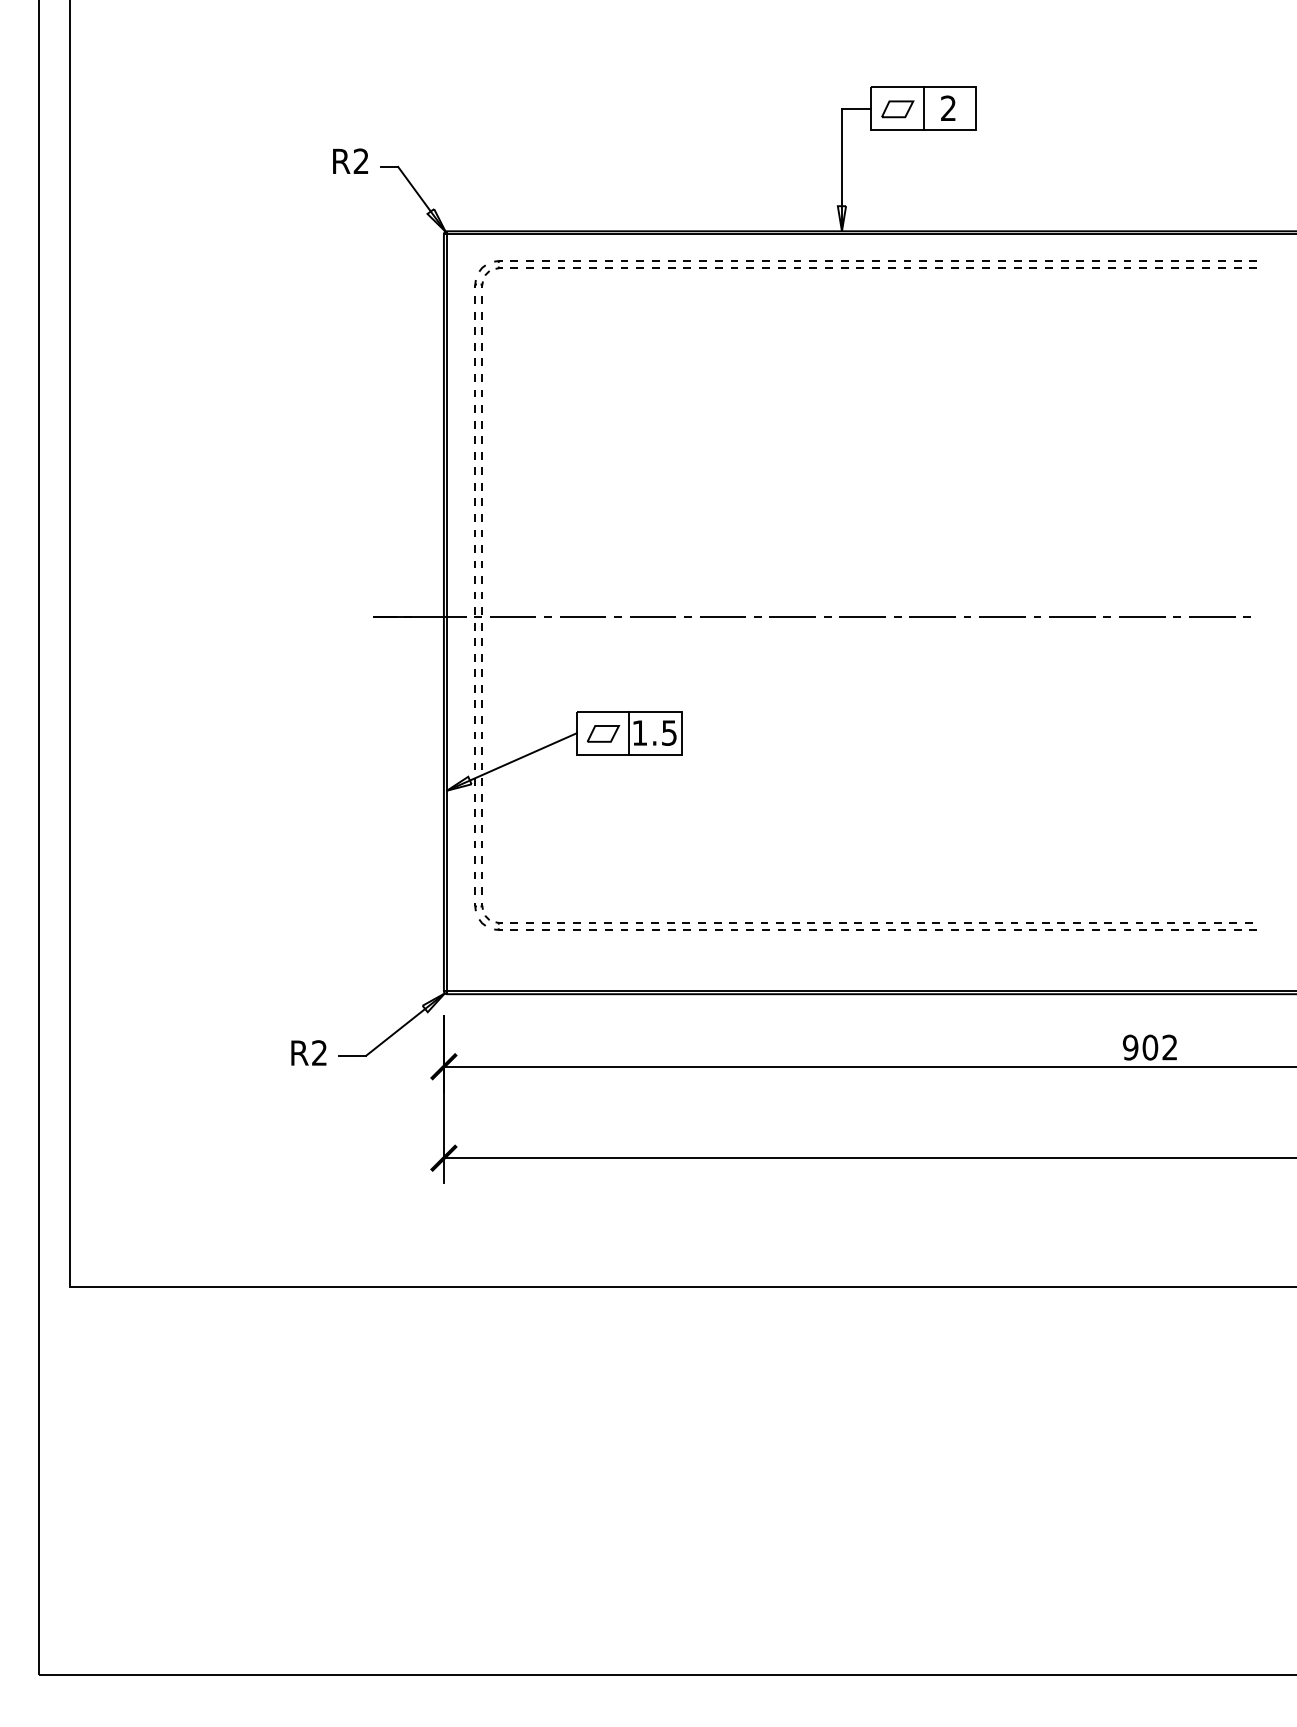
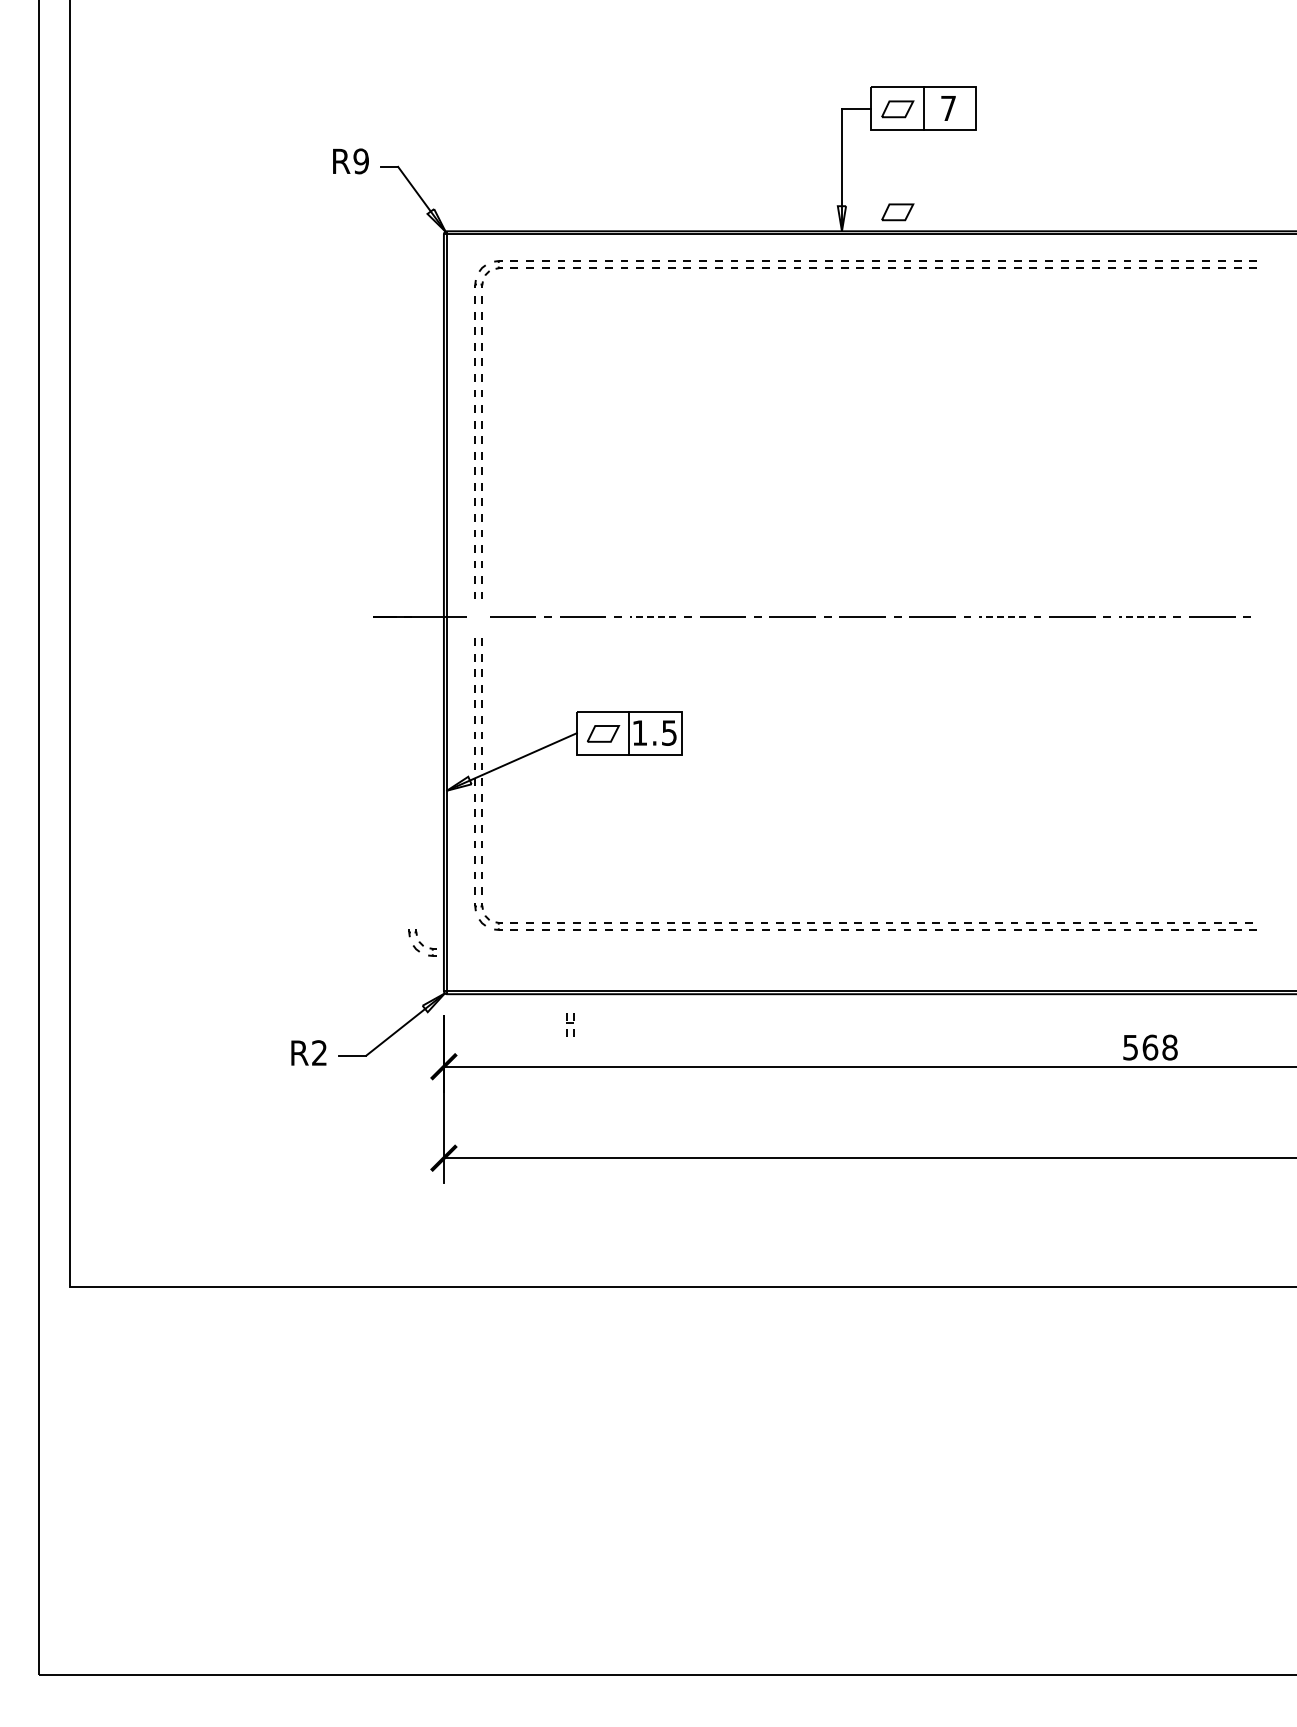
text at (948, 107): 2 -> 7
text at (360, 161): R2 -> R9
part at (897, 212): none -> present
line at (652, 616): solid -> dashed
line at (1002, 616): solid -> dashed
line at (1141, 616): solid -> dashed
part at (478, 618) position: (478, 618) -> (570, 1024)
part at (422, 942): none -> present
text at (1149, 1047): 902 -> 568
